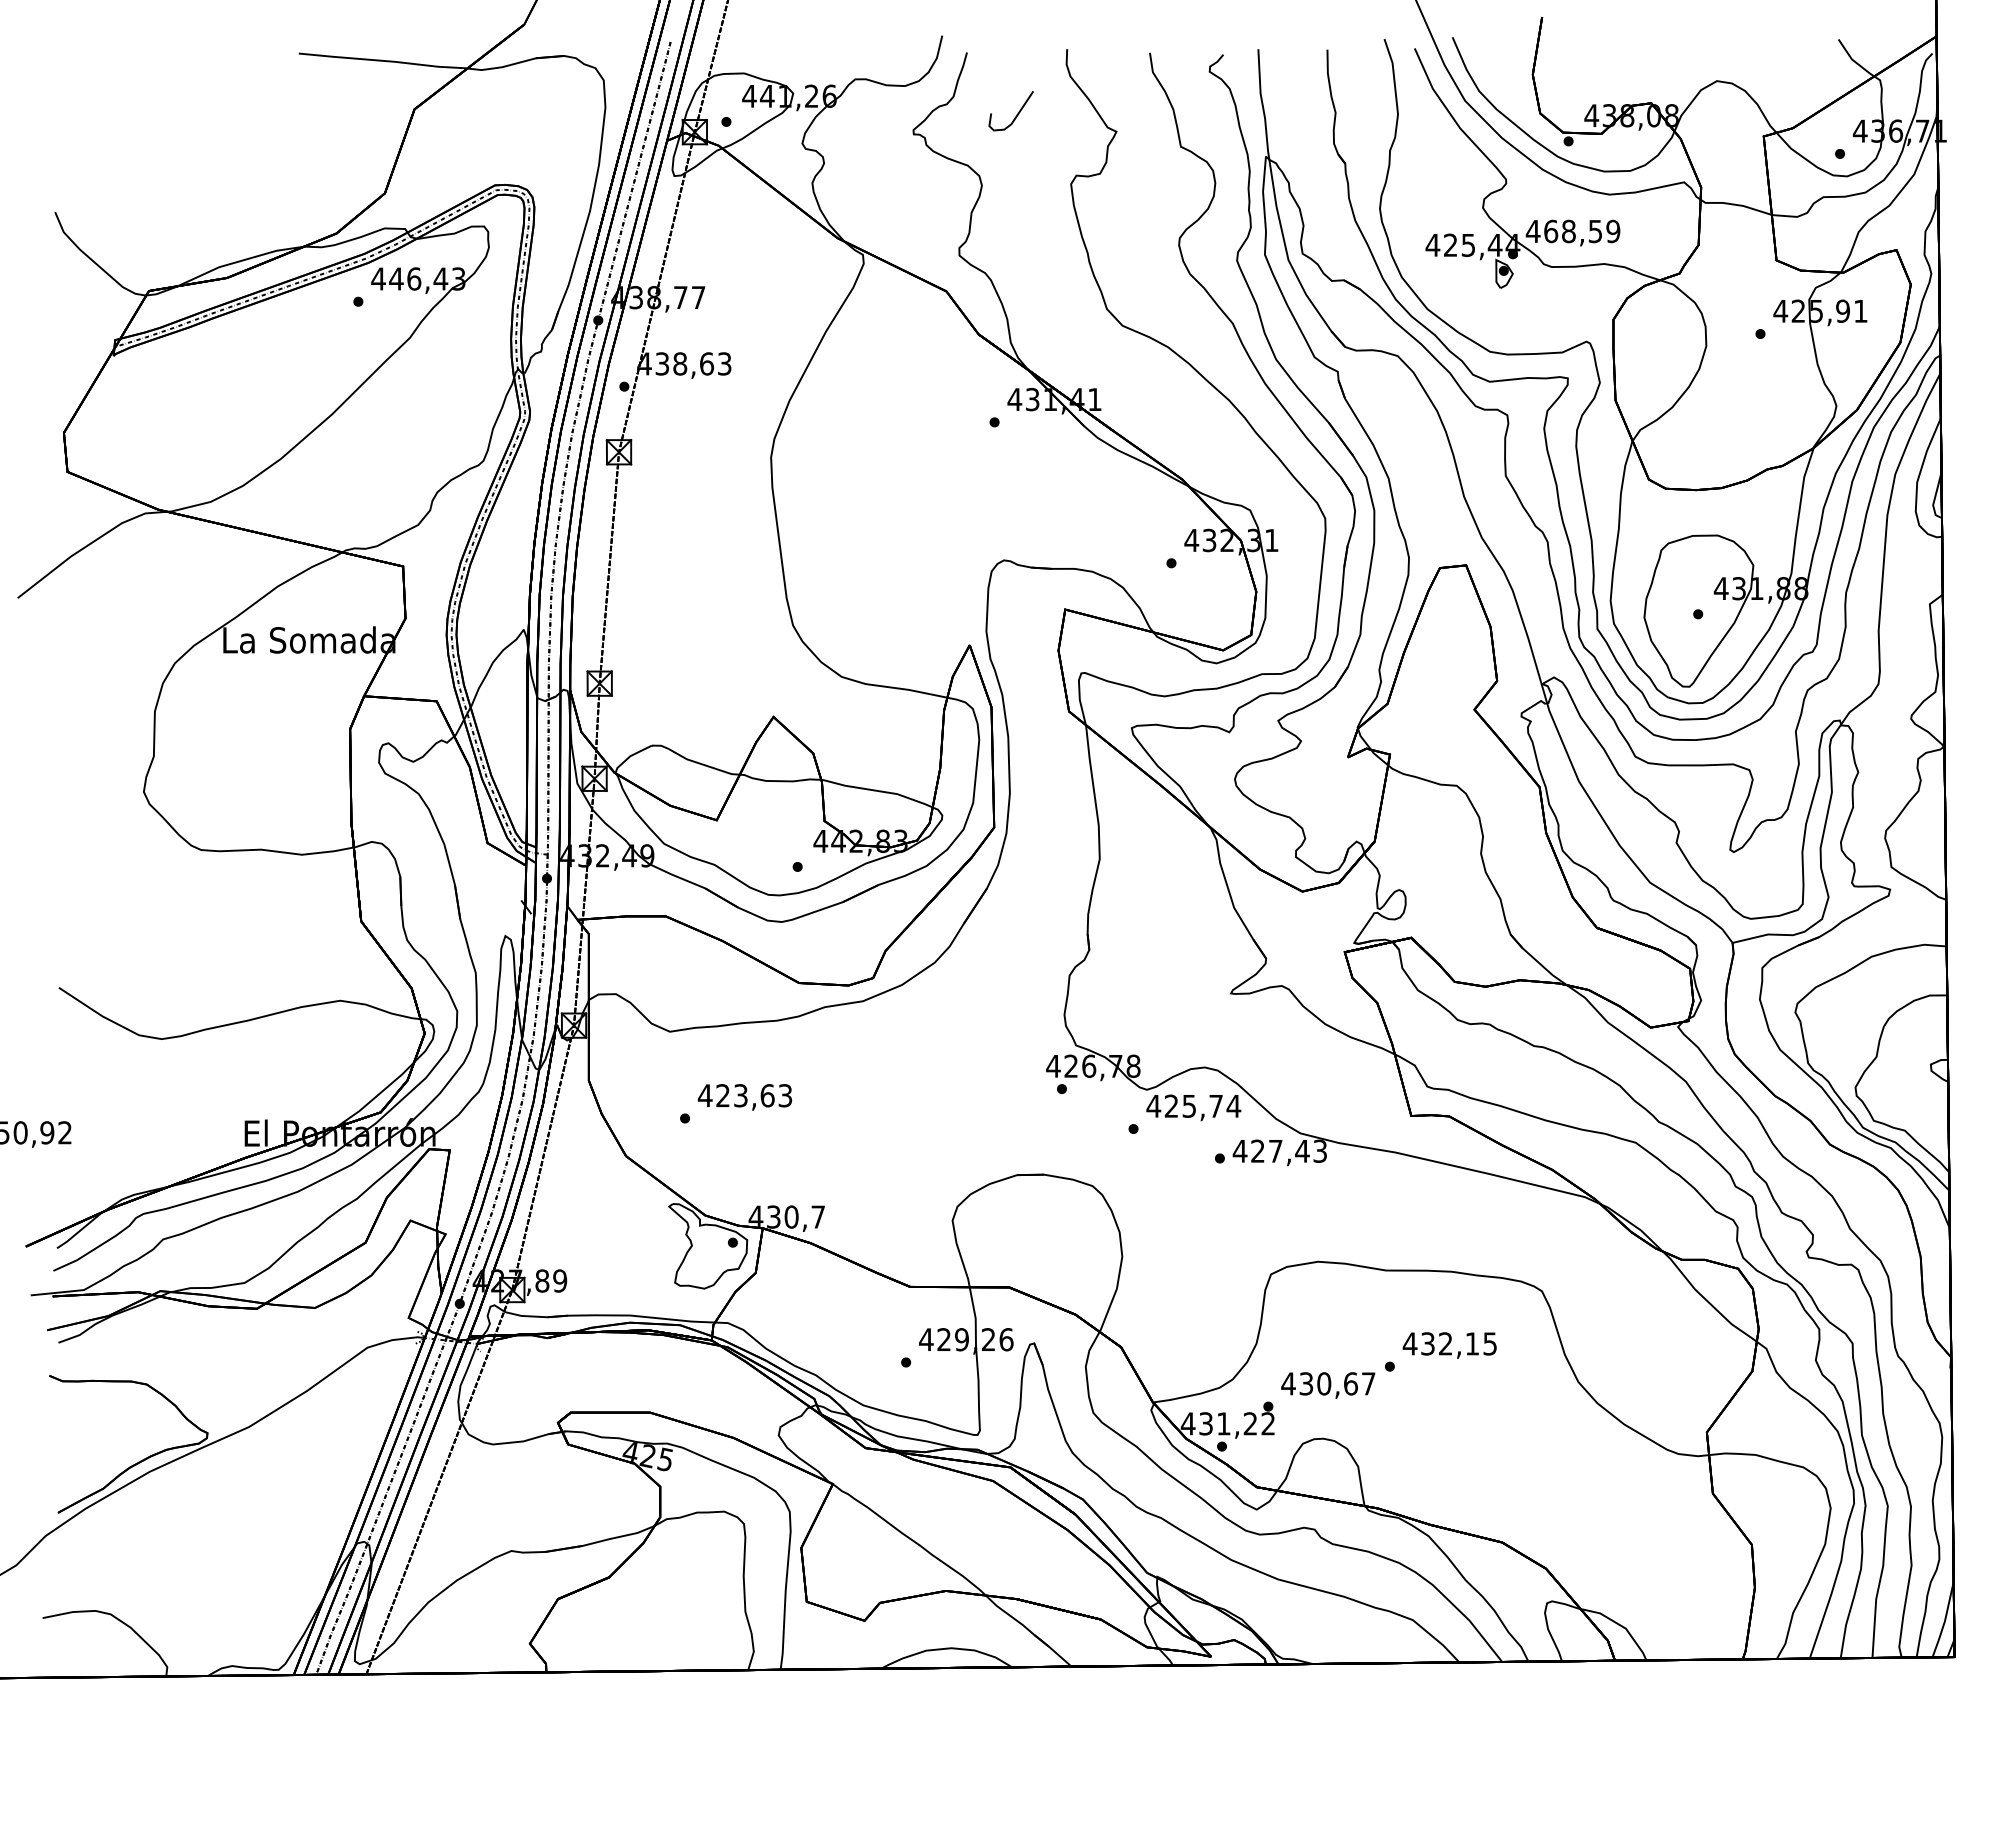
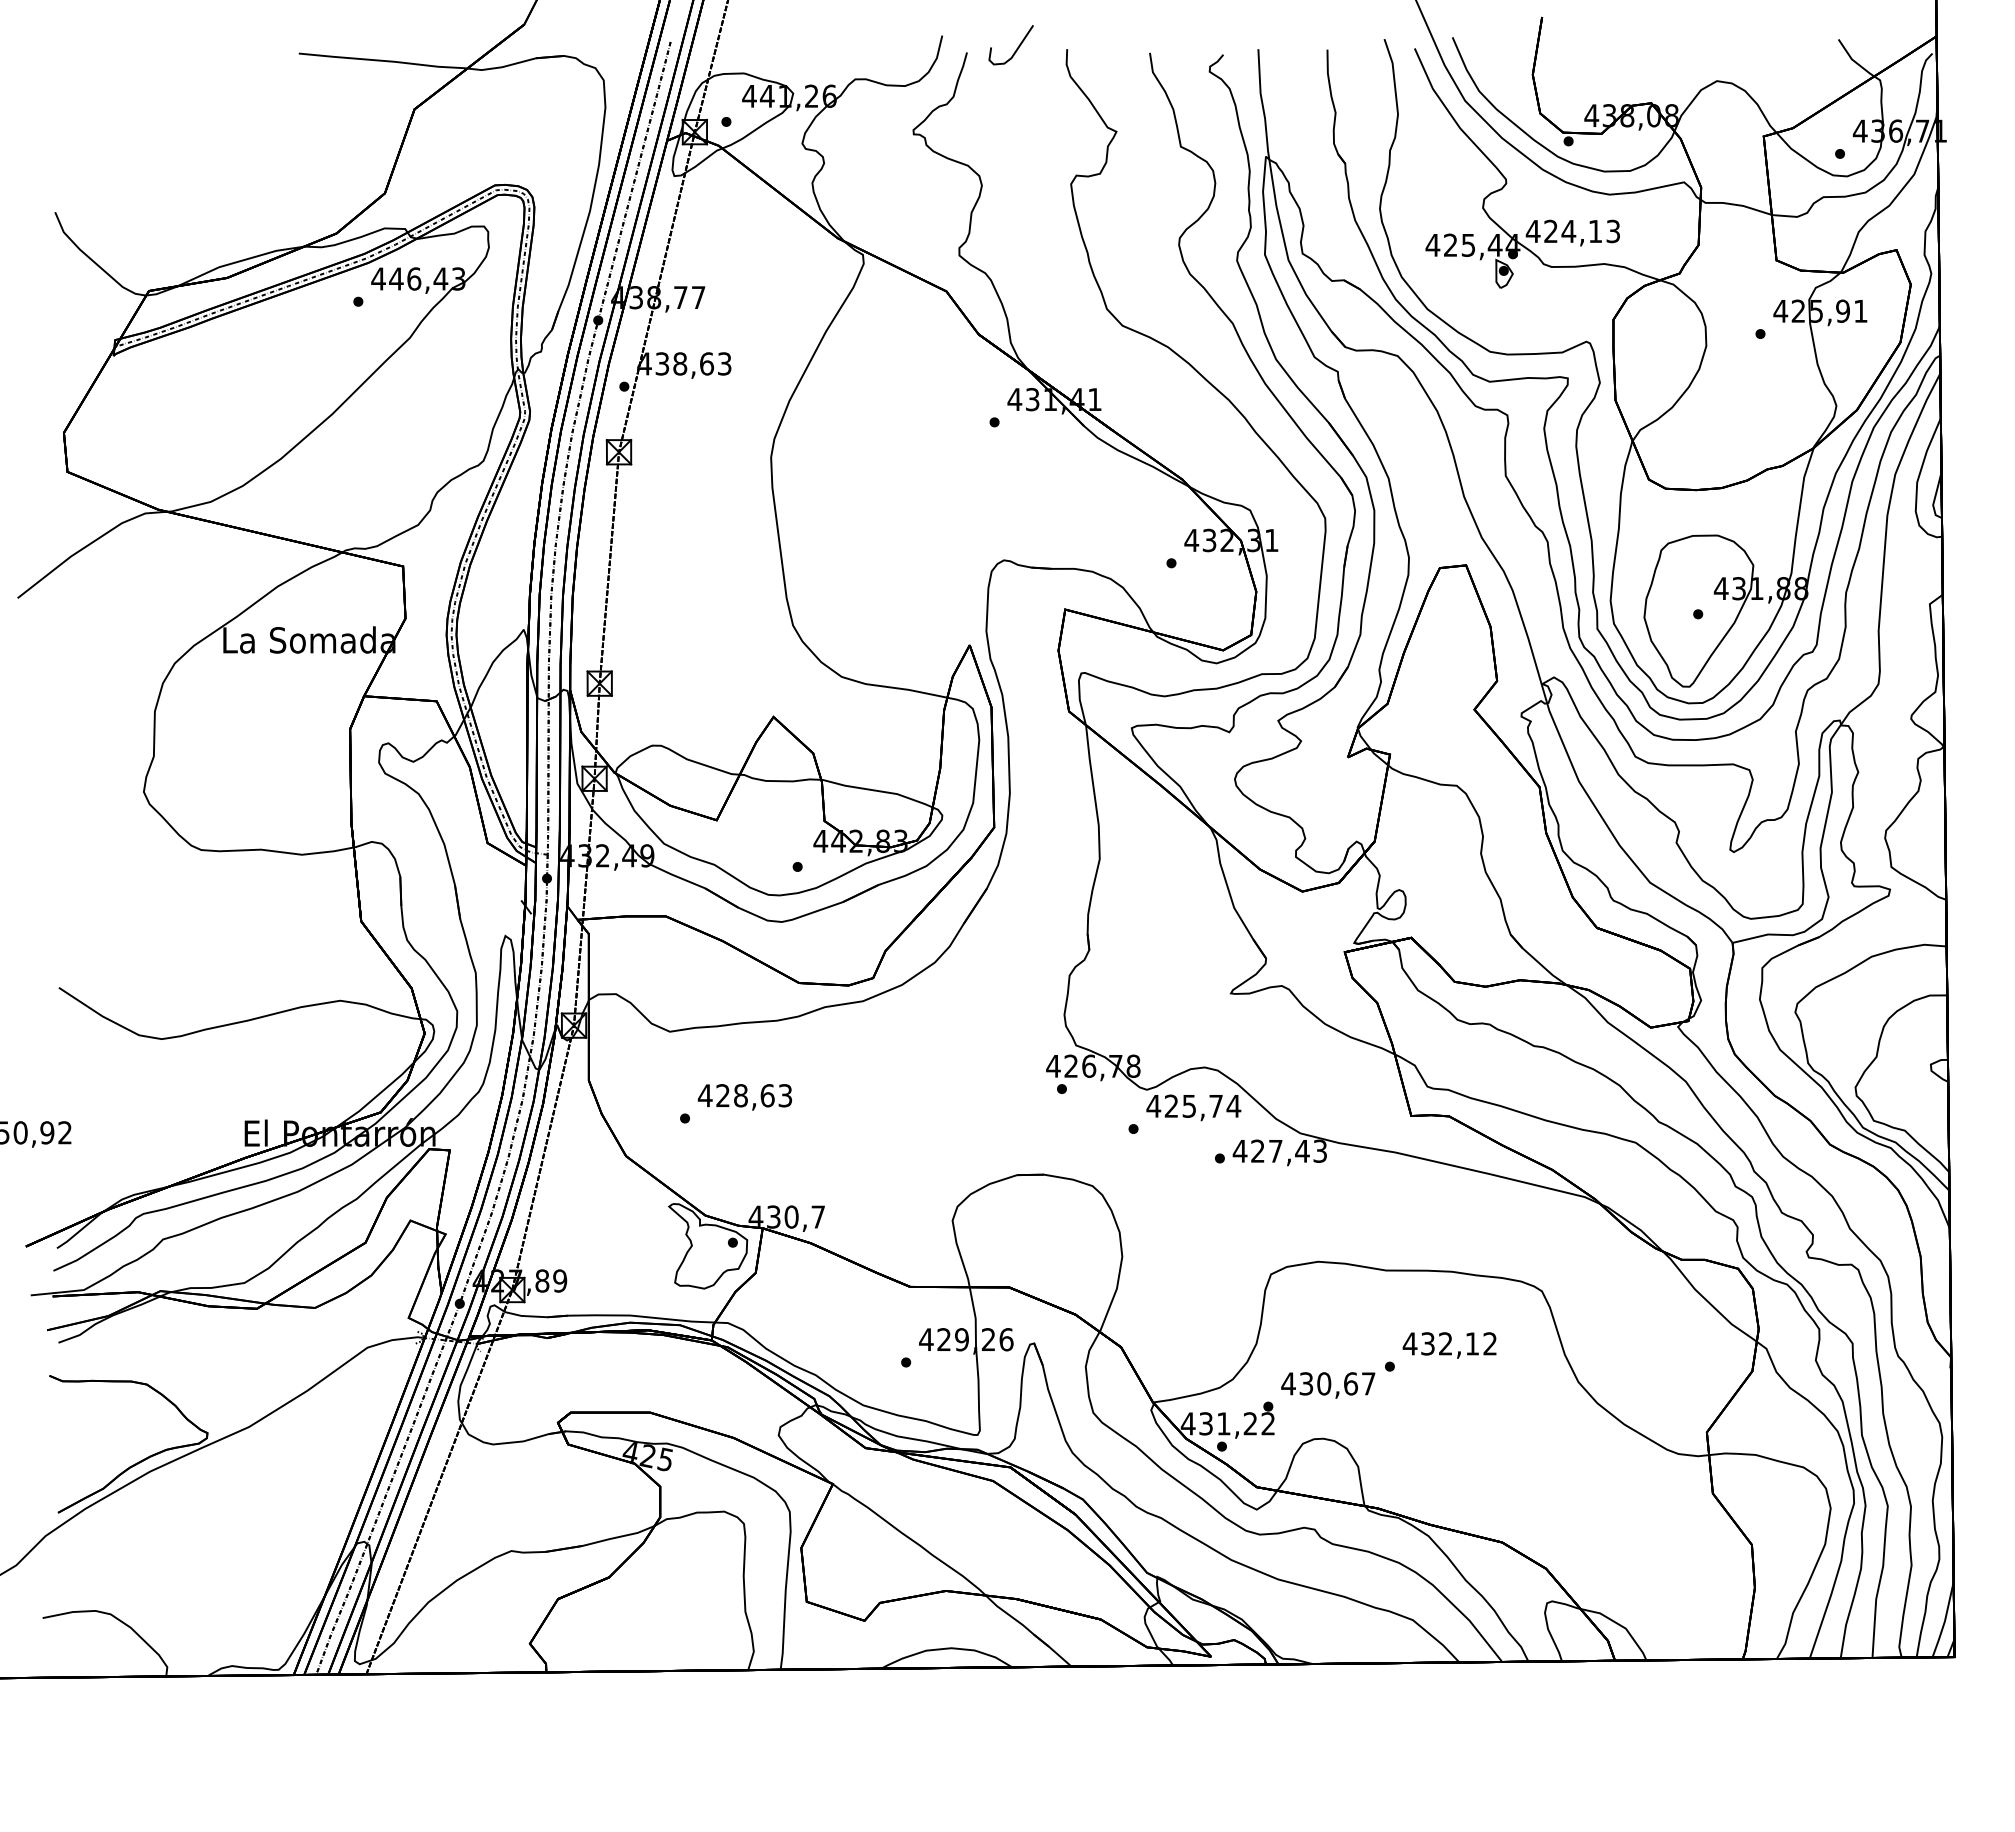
curve at (1016, 114) position: (1016, 114) -> (1016, 48)
text at (1582, 231): 468,59 -> 424,13
text at (740, 1095): 423,63 -> 428,63
text at (1489, 1343): 432,15 -> 432,12
